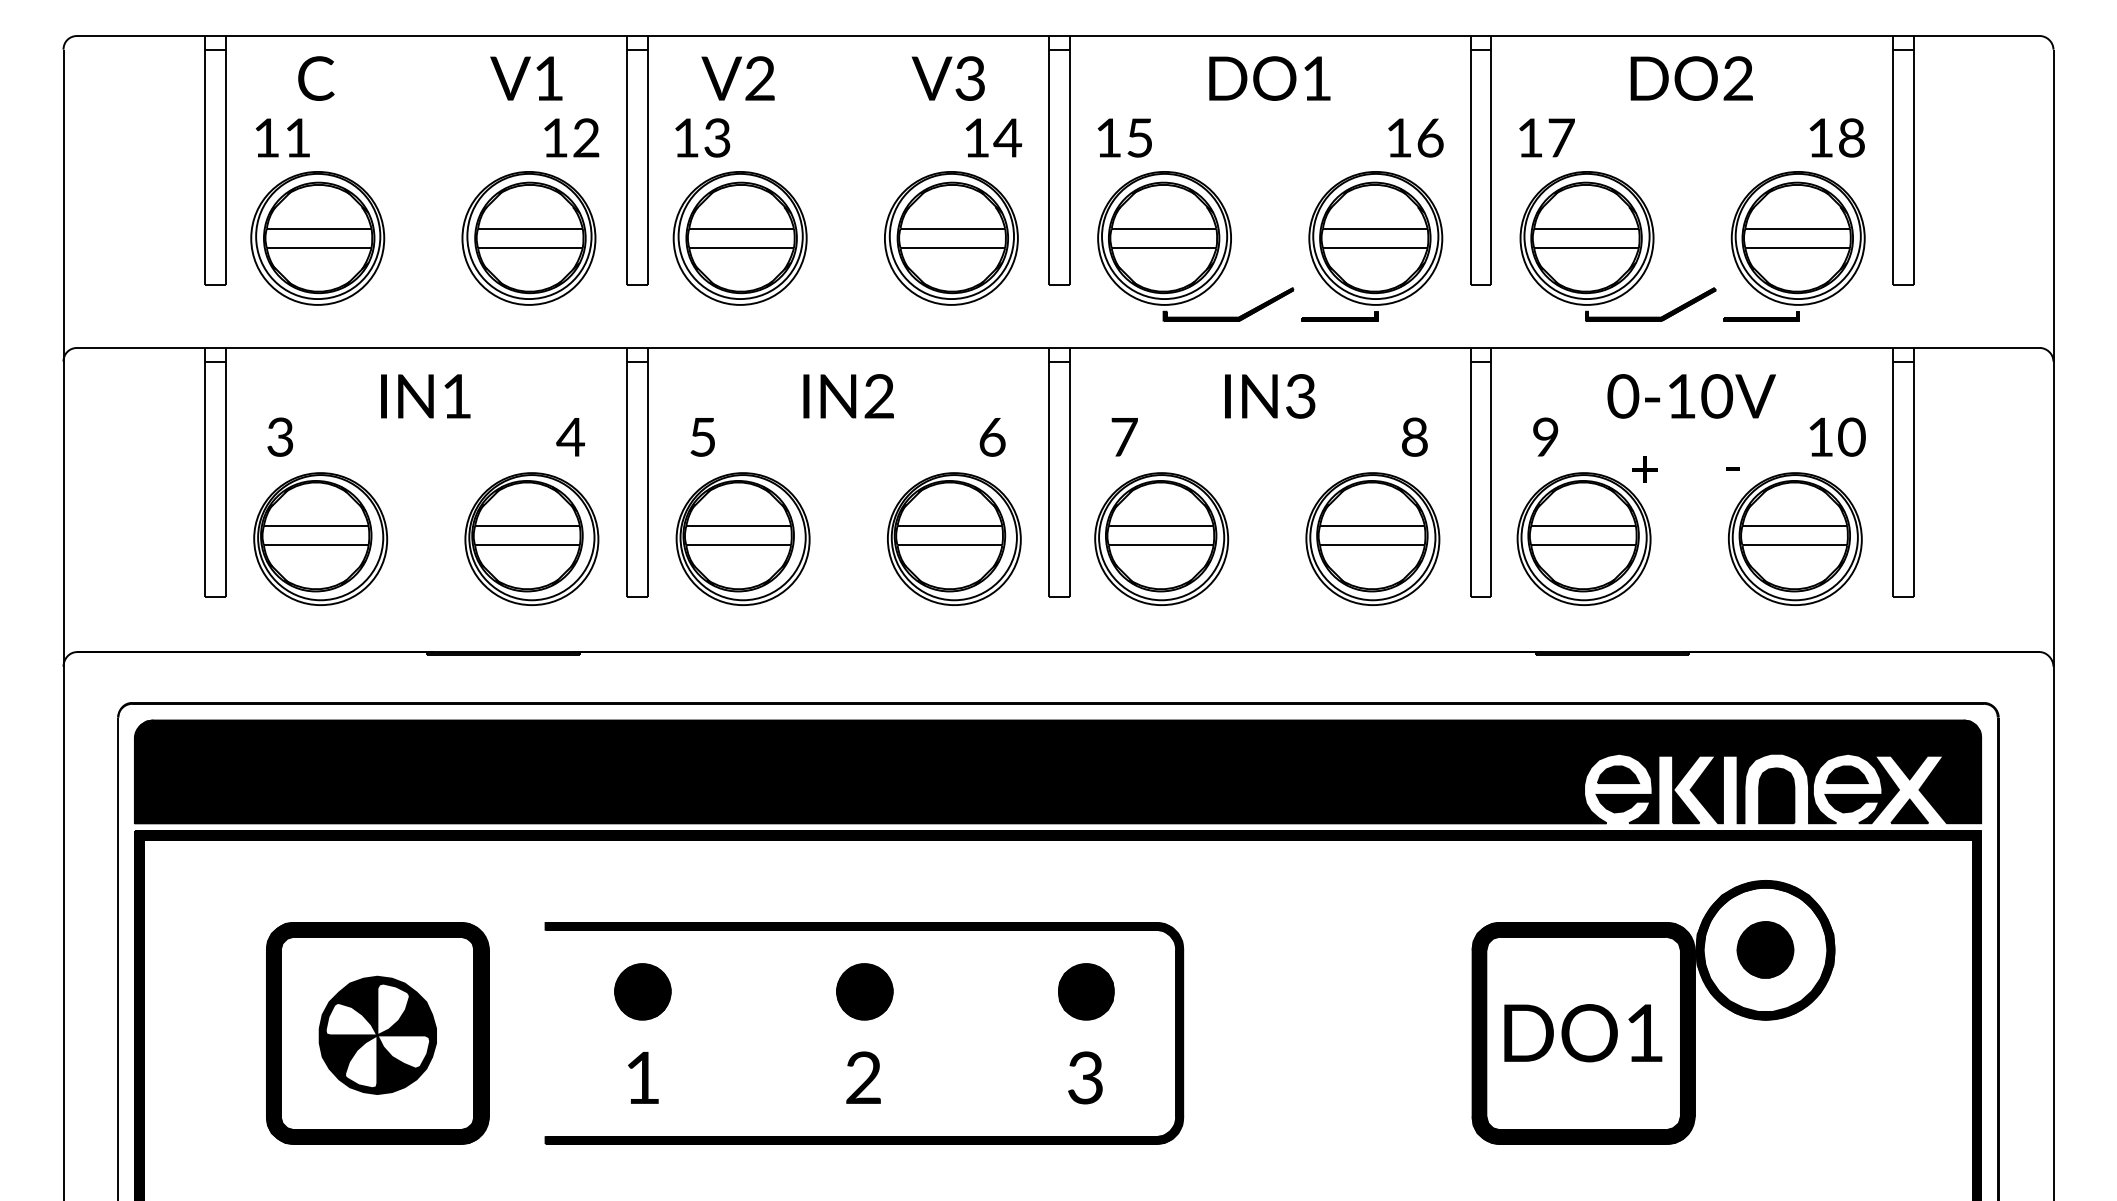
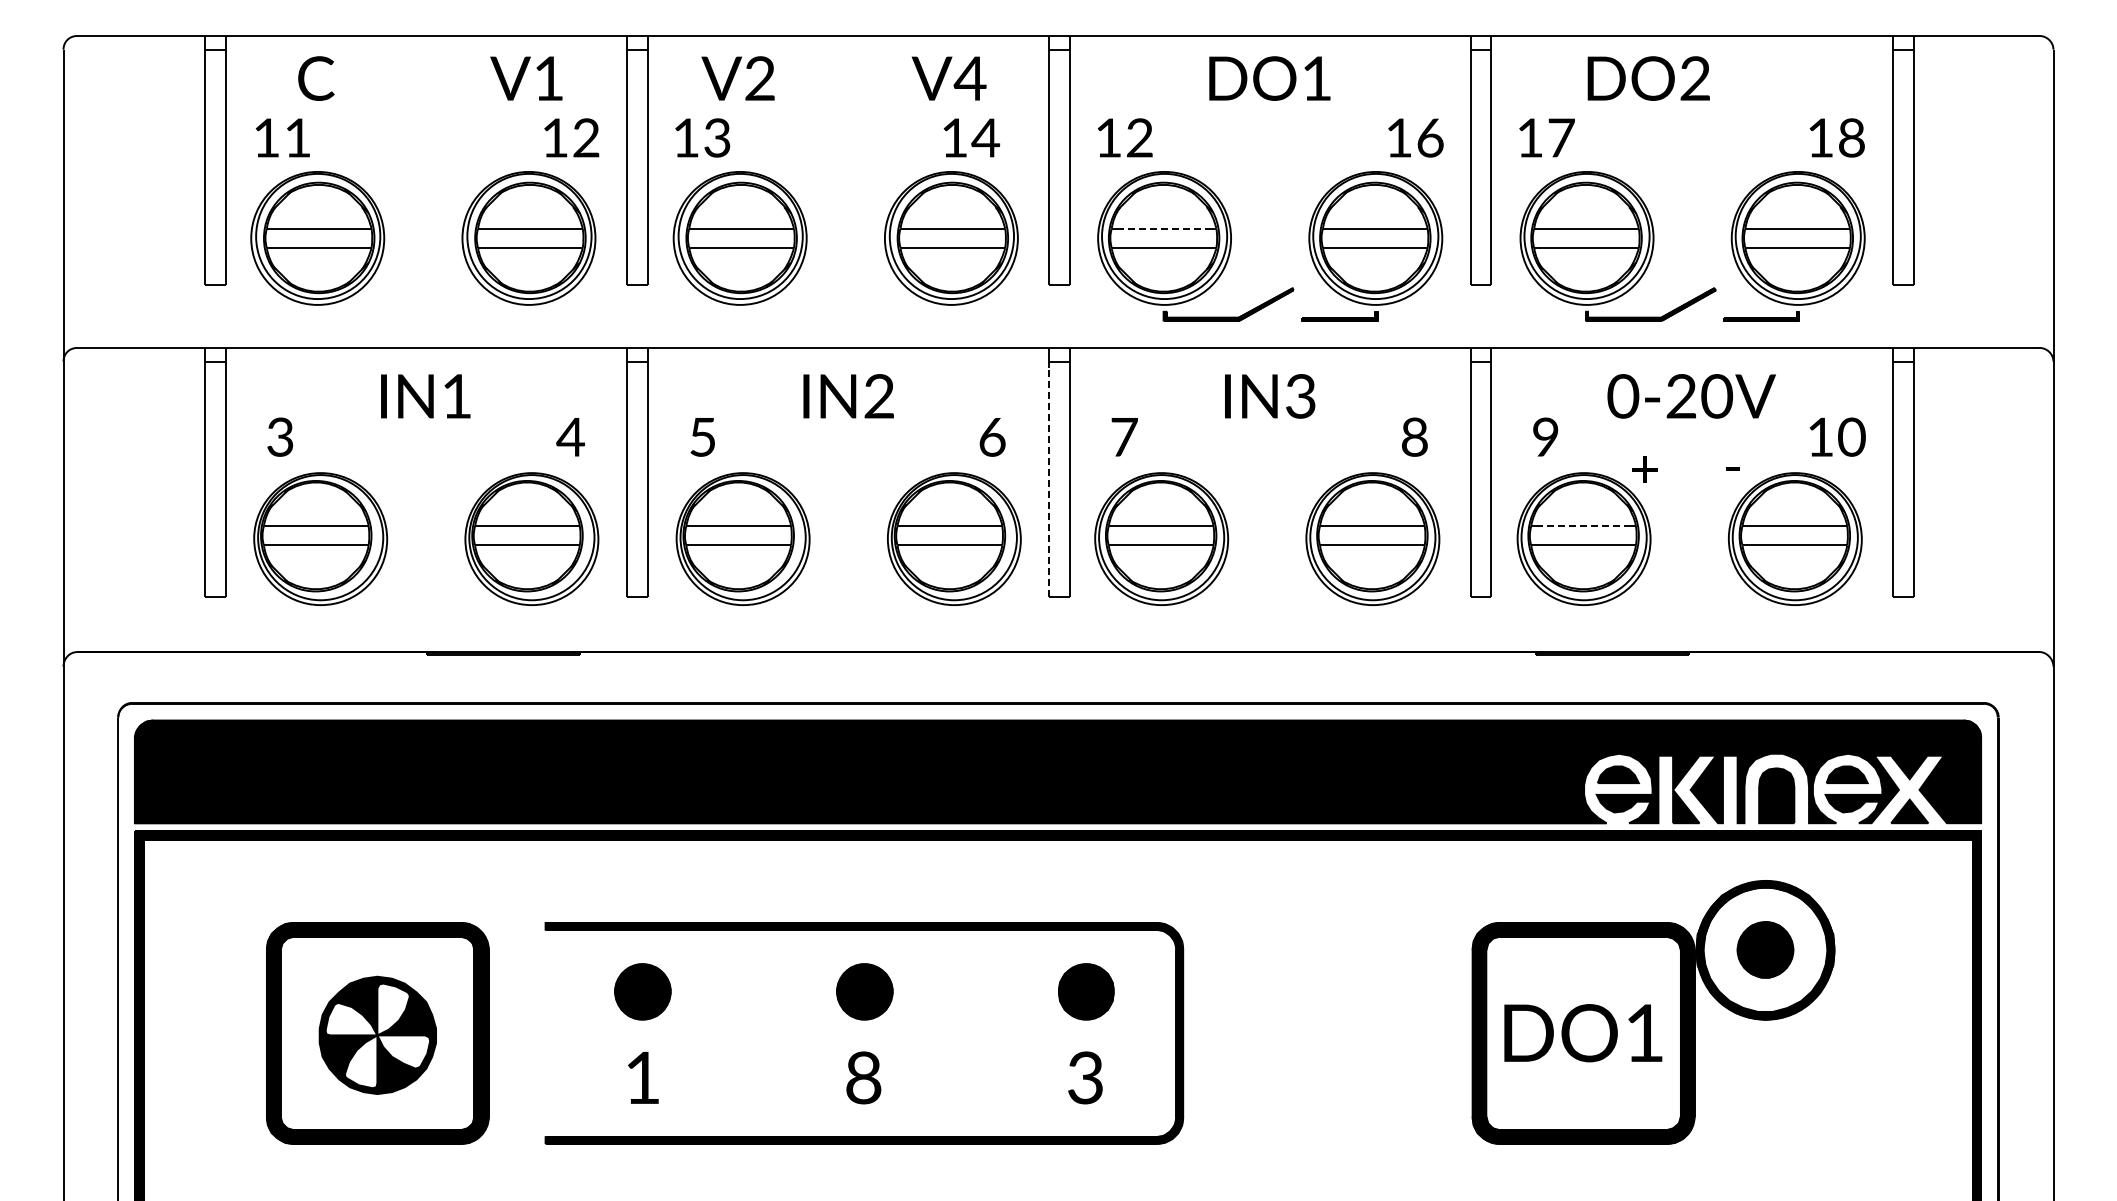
text at (969, 78): V3 -> V4
text at (1691, 78) position: (1691, 78) -> (1648, 78)
text at (993, 137) position: (993, 137) -> (971, 137)
text at (1139, 137): 15 -> 12
line at (1163, 228): solid -> dashed
text at (1680, 396): 0-10V -> 0-20V
line at (1049, 482): solid -> dashed
line at (1583, 525): solid -> dashed
text at (863, 1078): 2 -> 8
